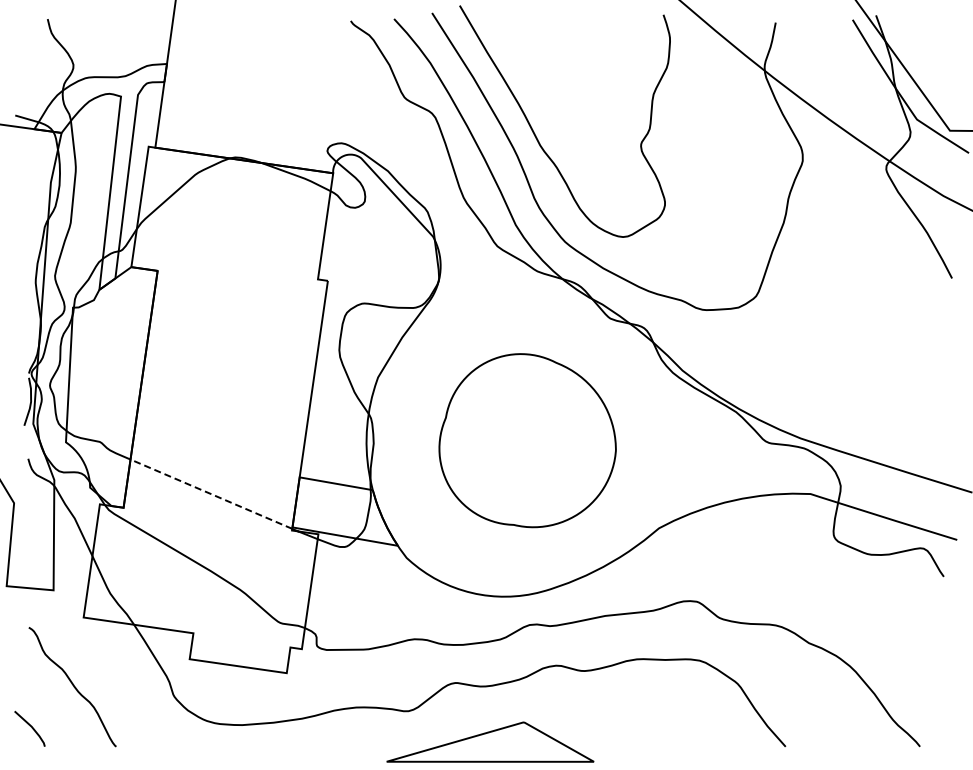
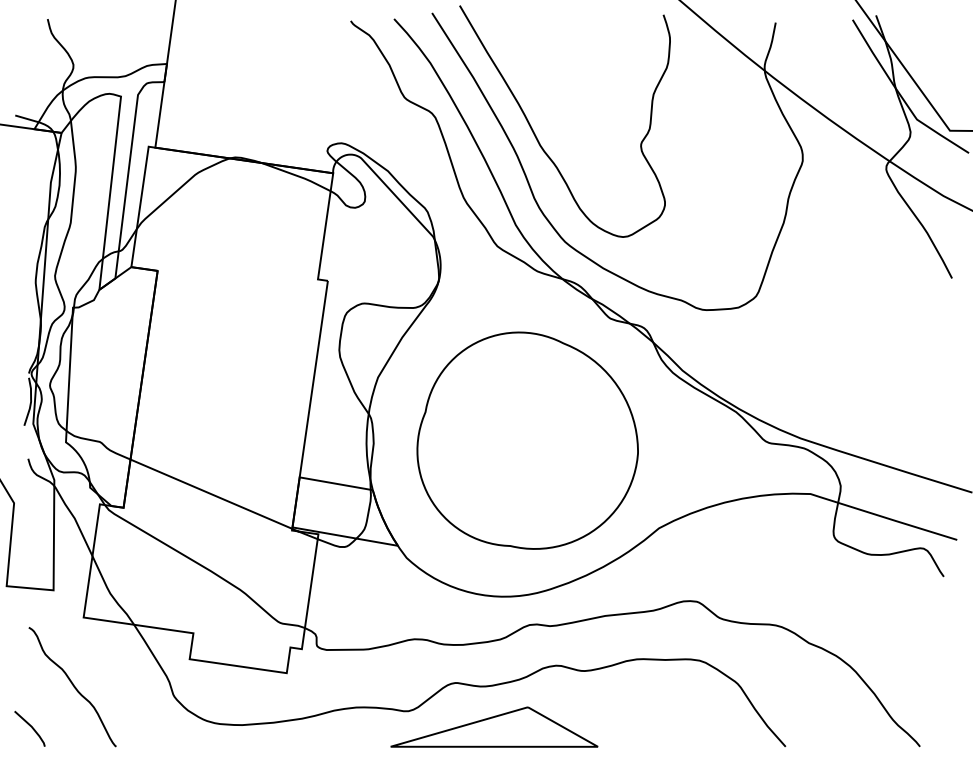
part at (527, 440) size: 179x176 px -> 223x219 px
line at (211, 494): dashed -> solid
part at (490, 741) position: (490, 741) -> (494, 726)
